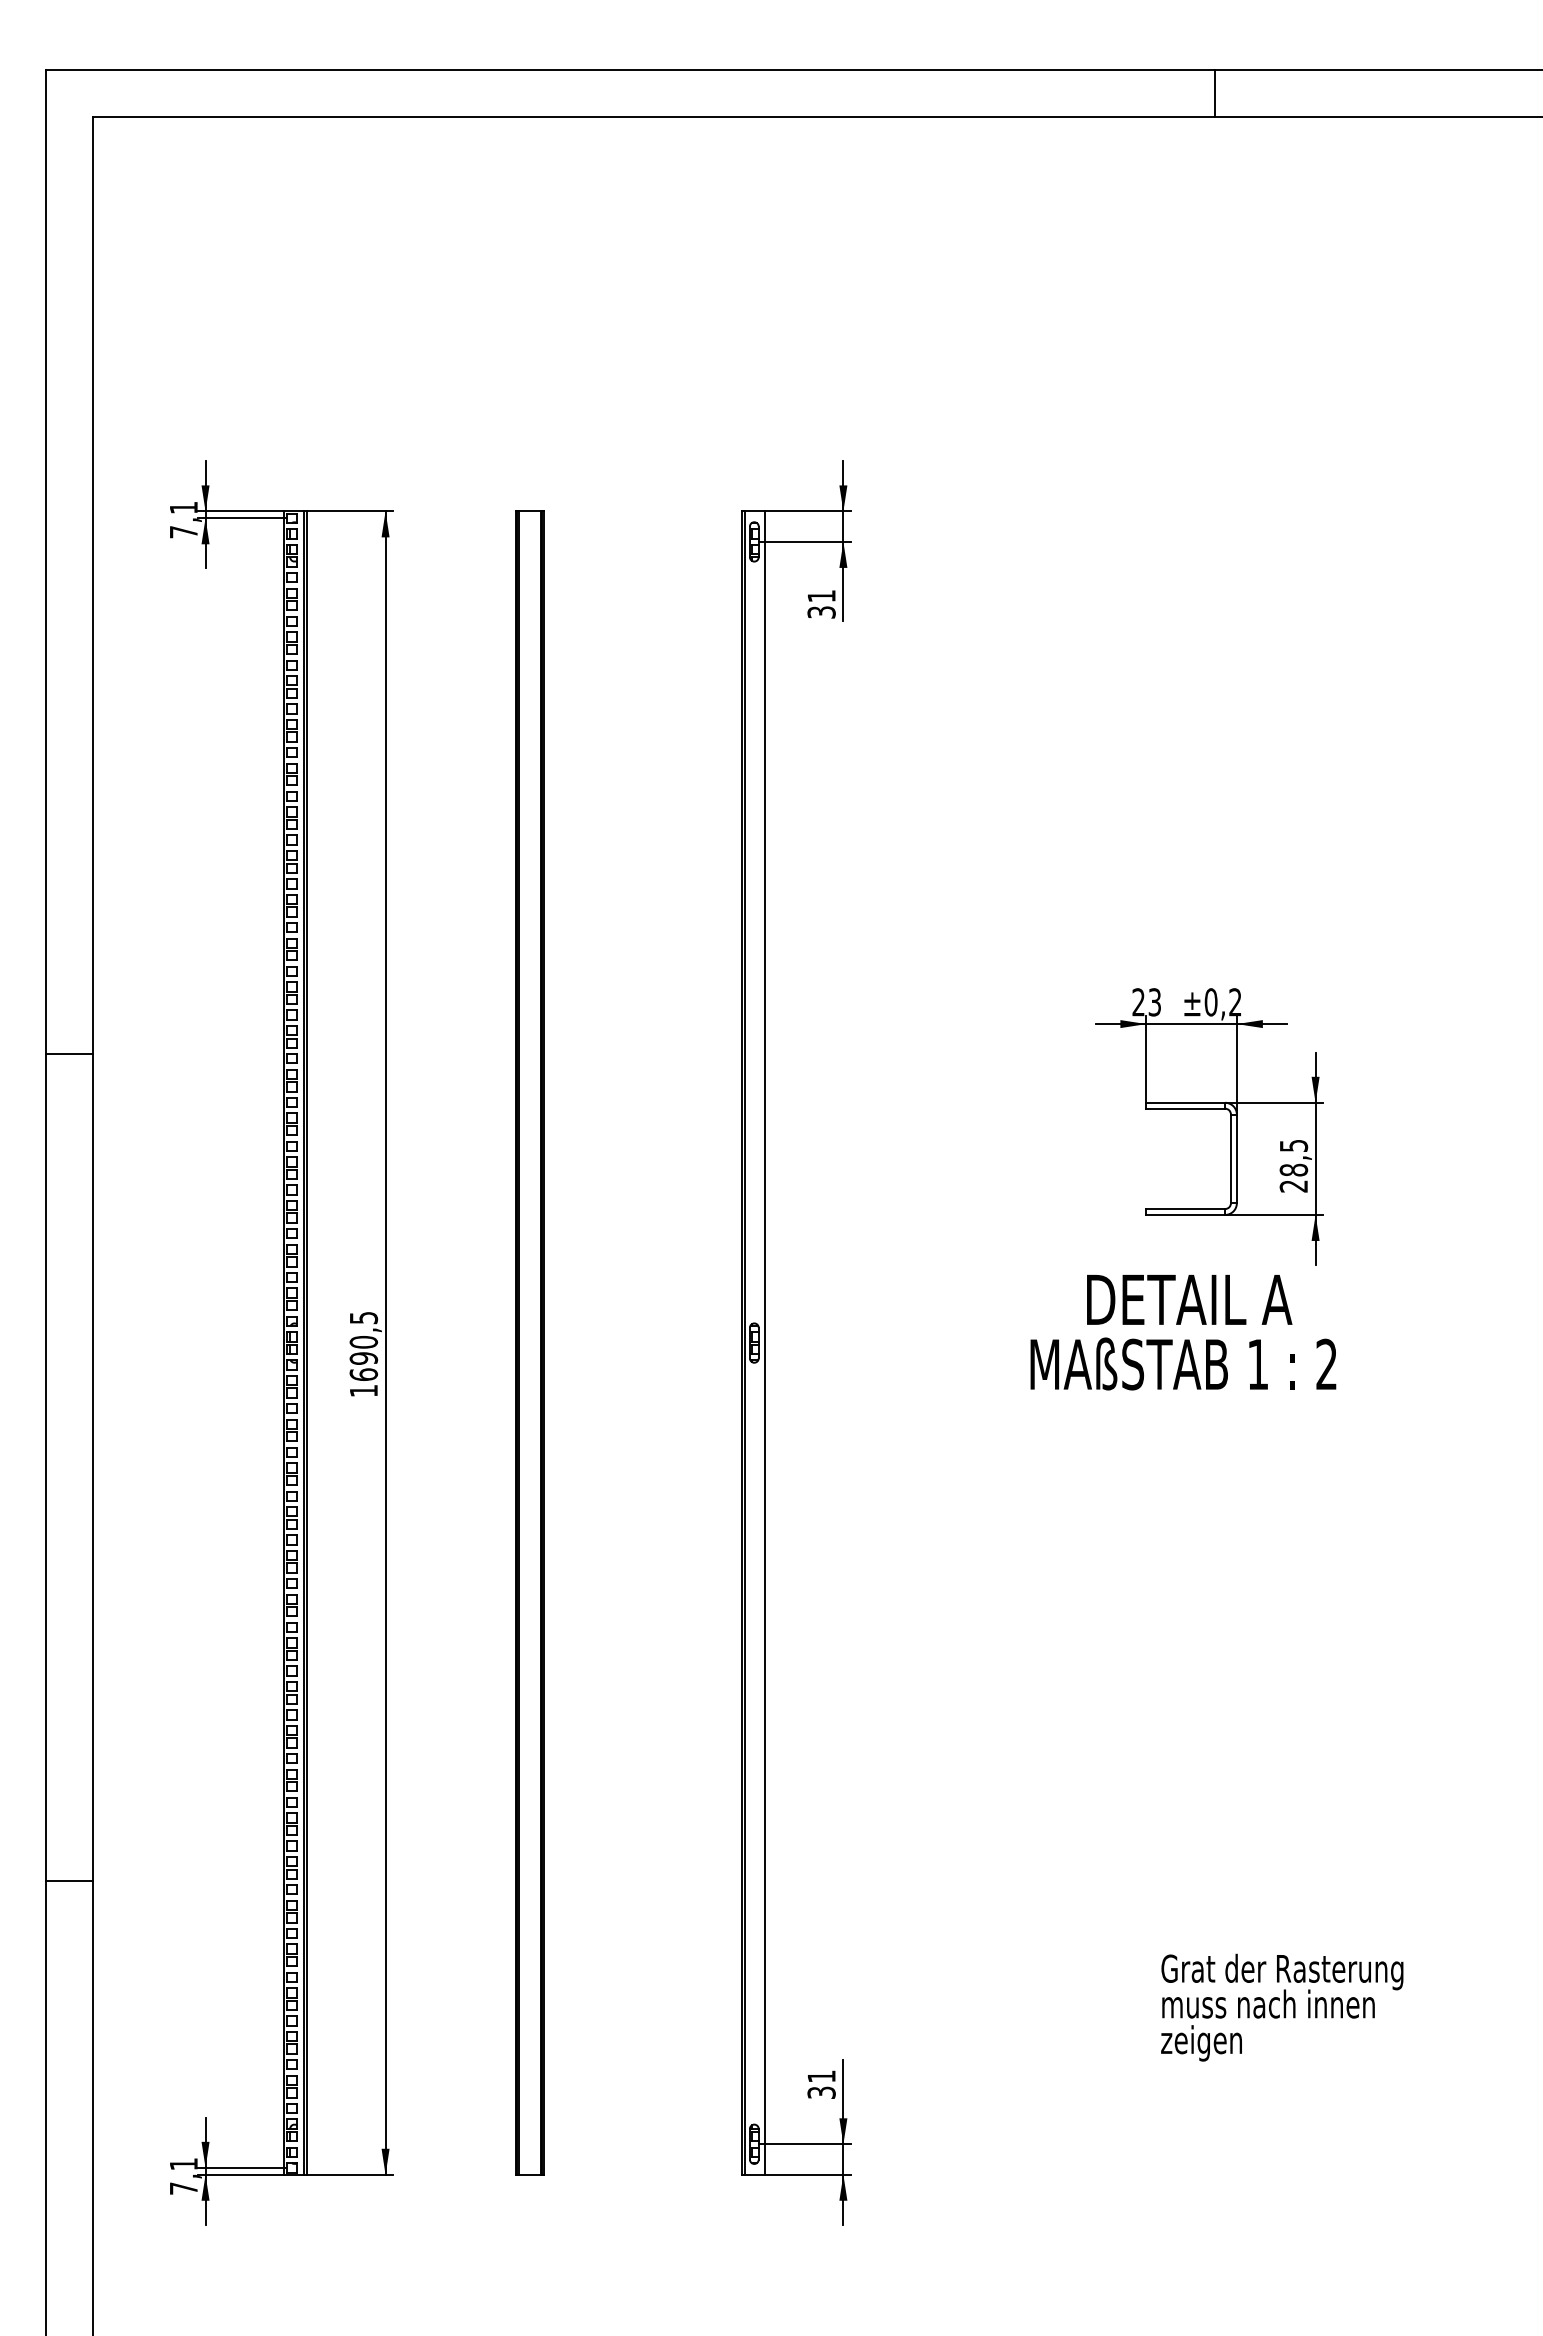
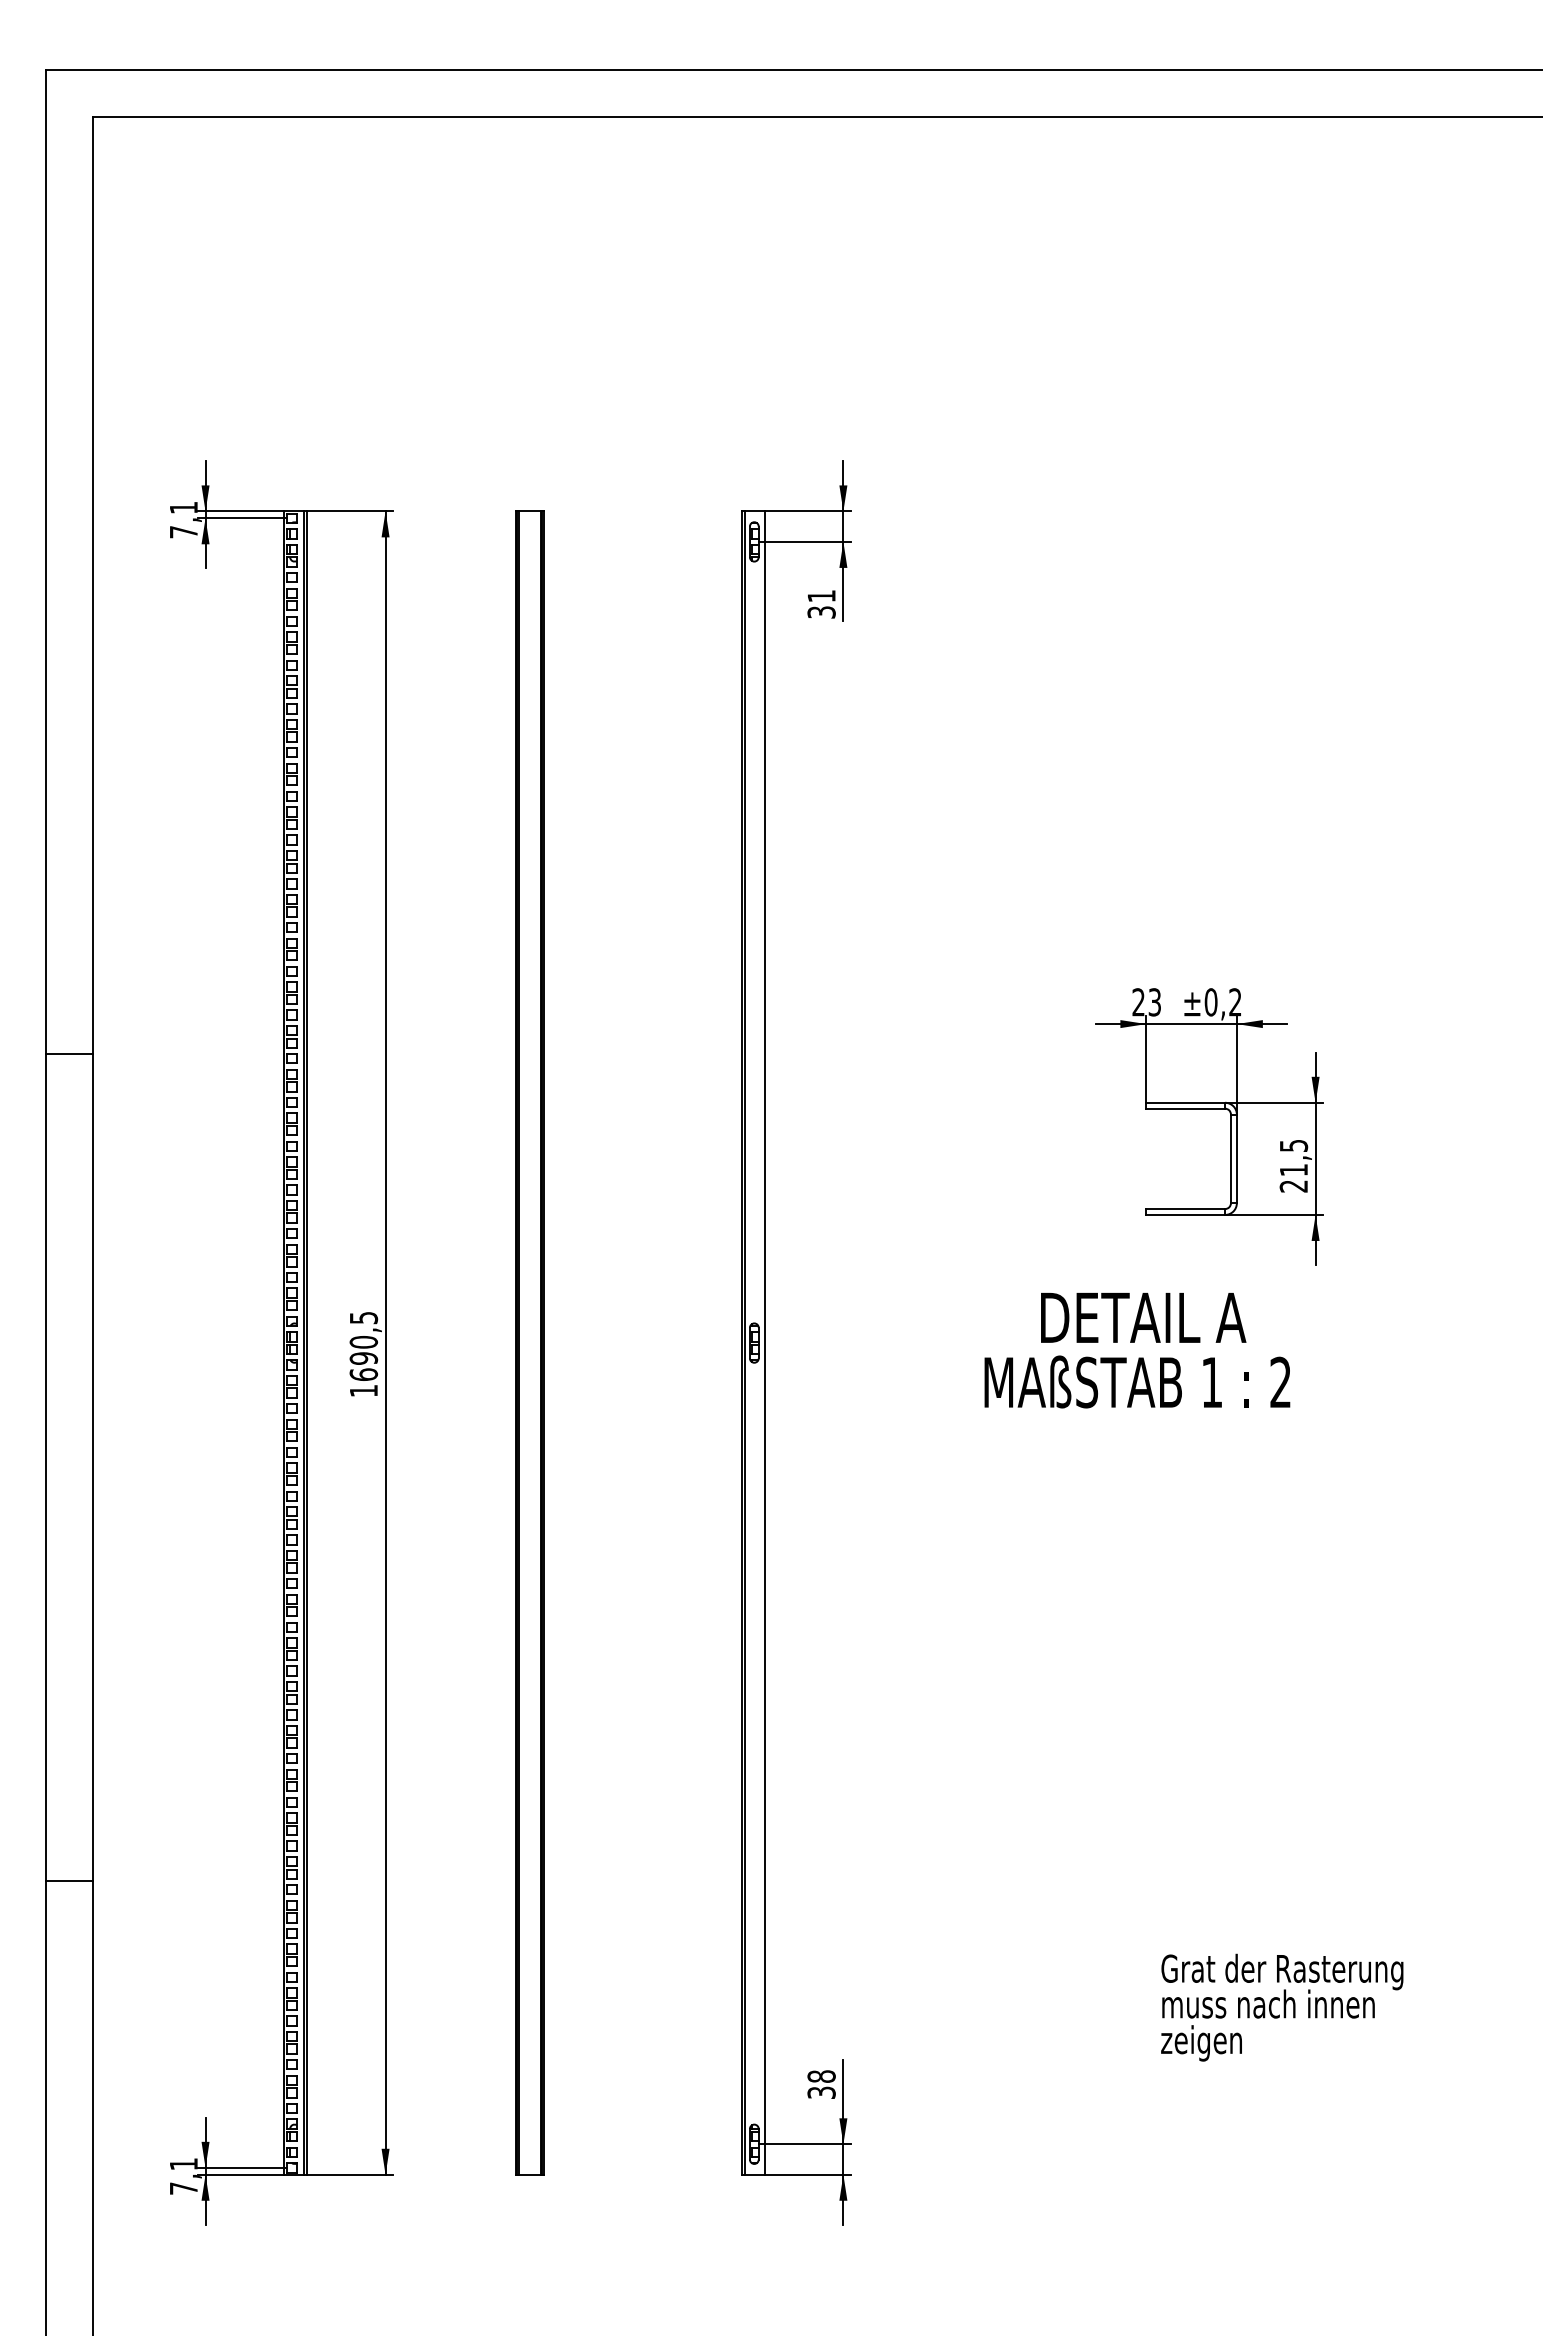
line at (1215, 93): present -> none
text at (1293, 1169): 28,5 -> 21,5
text at (1183, 1332) position: (1183, 1332) -> (1137, 1350)
text at (821, 2076): 31 -> 38
